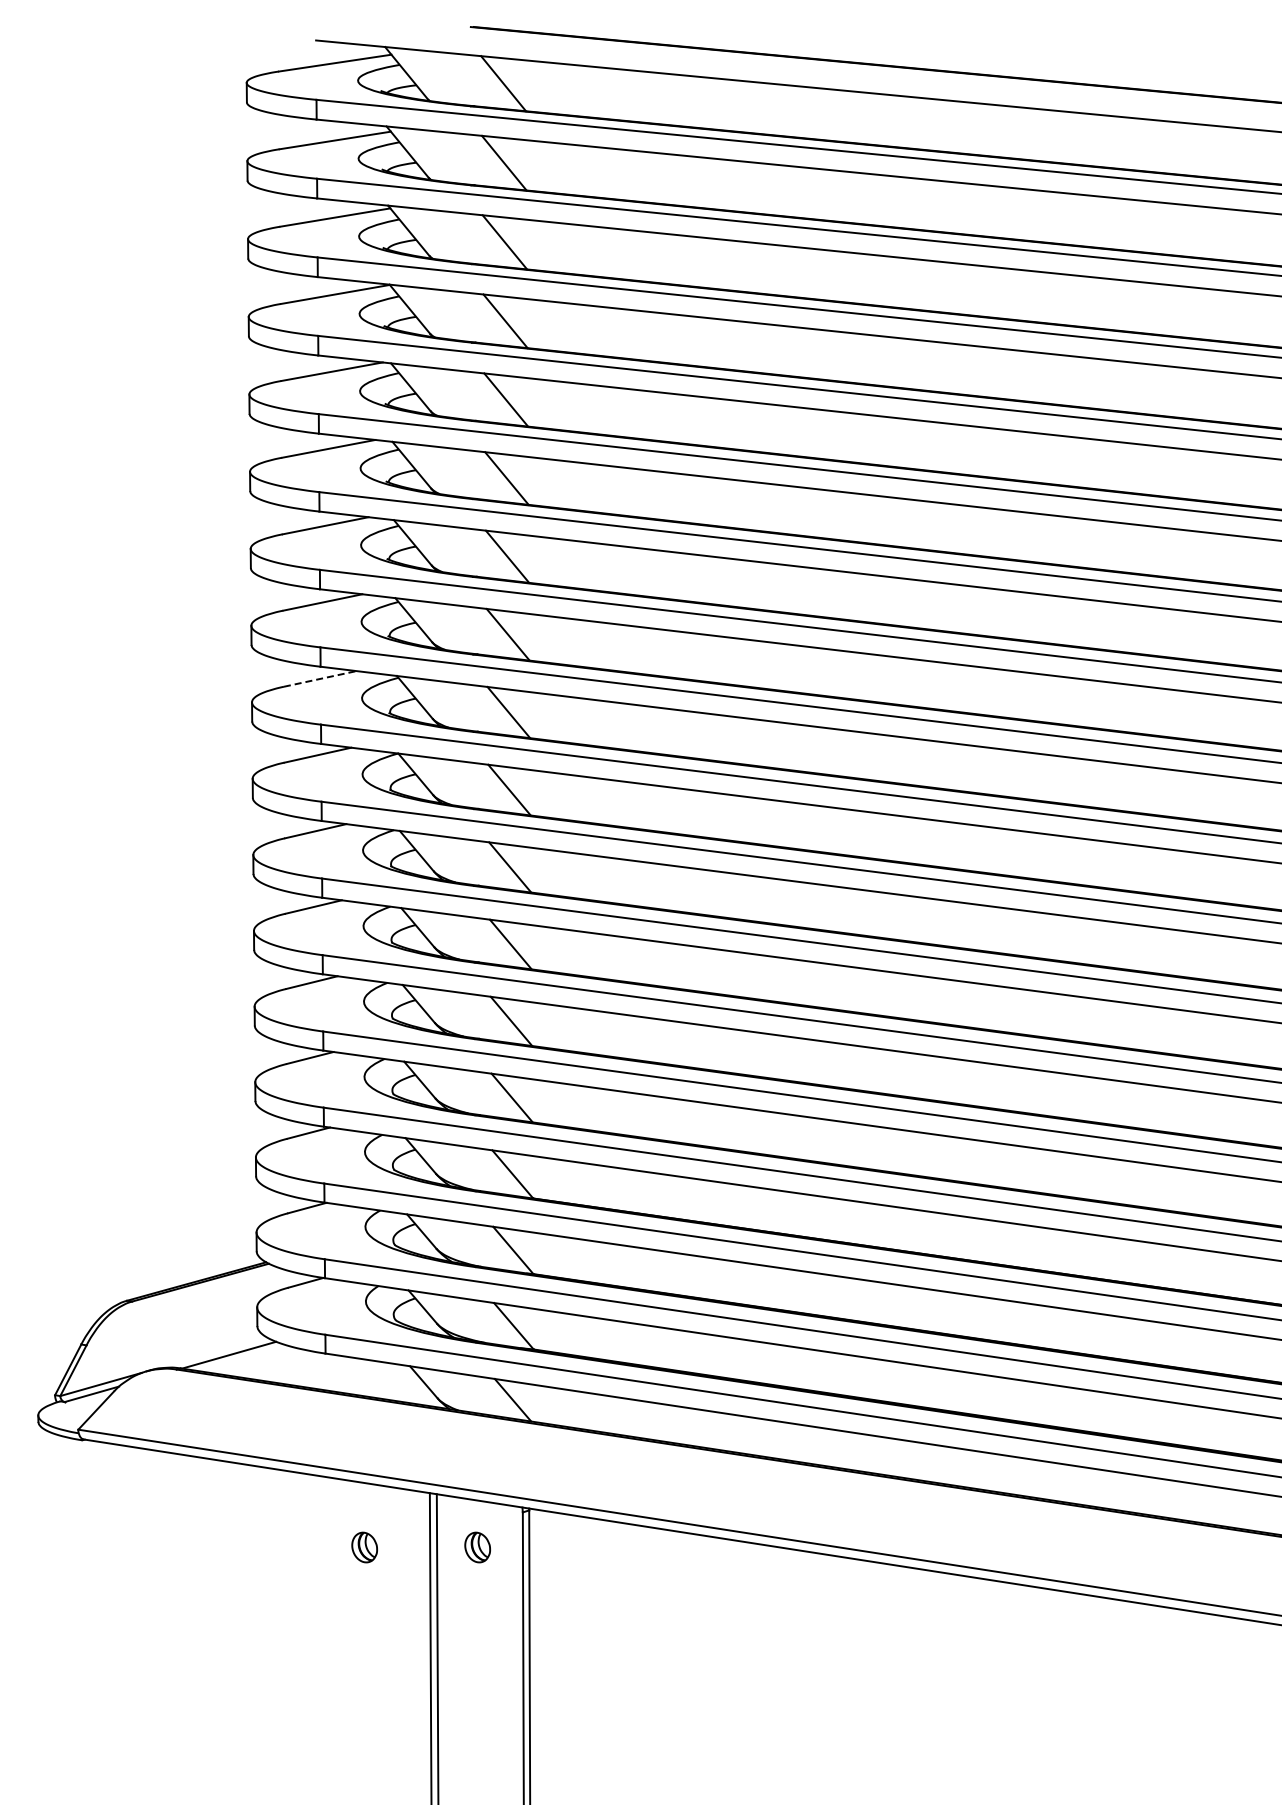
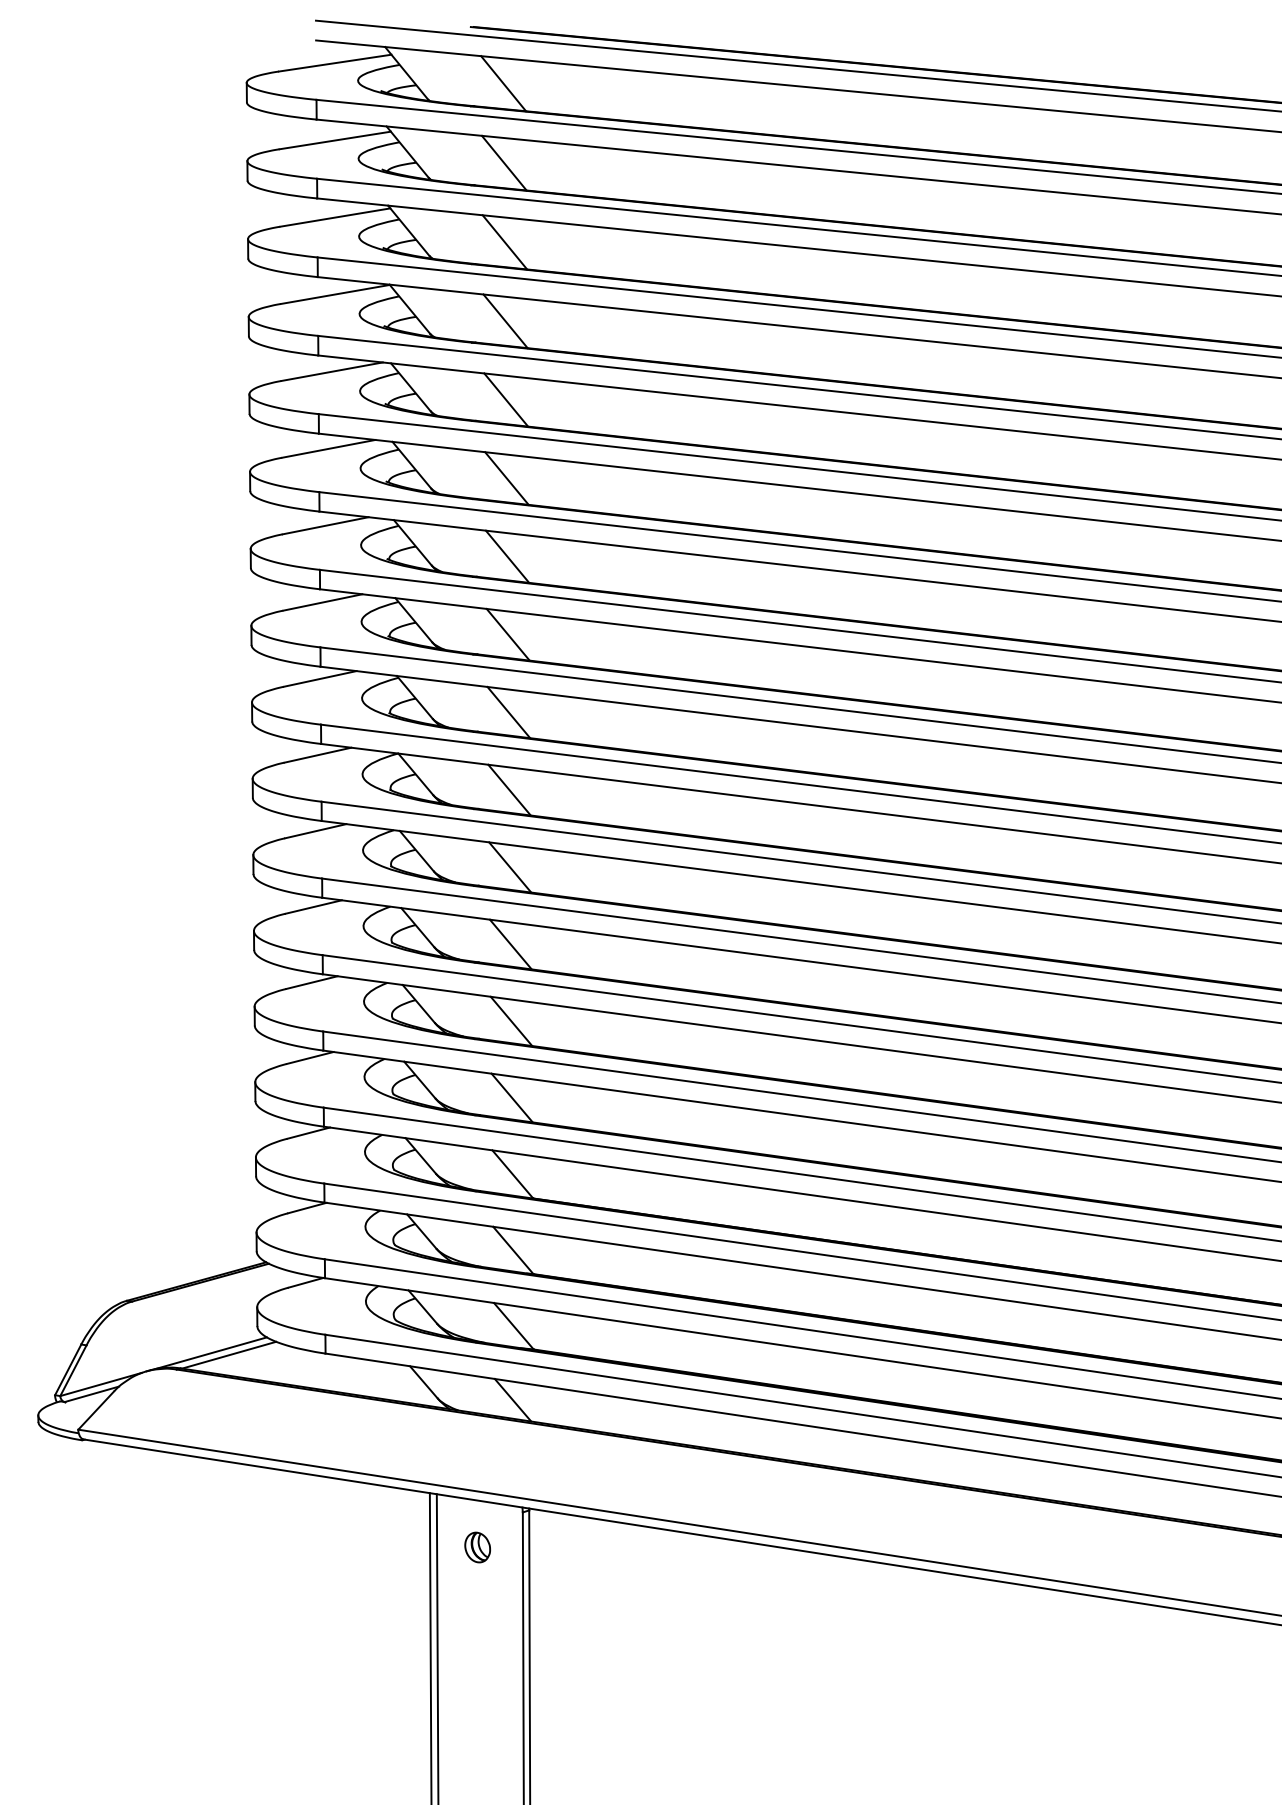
line at (796, 65): none -> present
line at (320, 678): dashed -> solid
line at (210, 1353): none -> present
part at (364, 1547): present -> none
